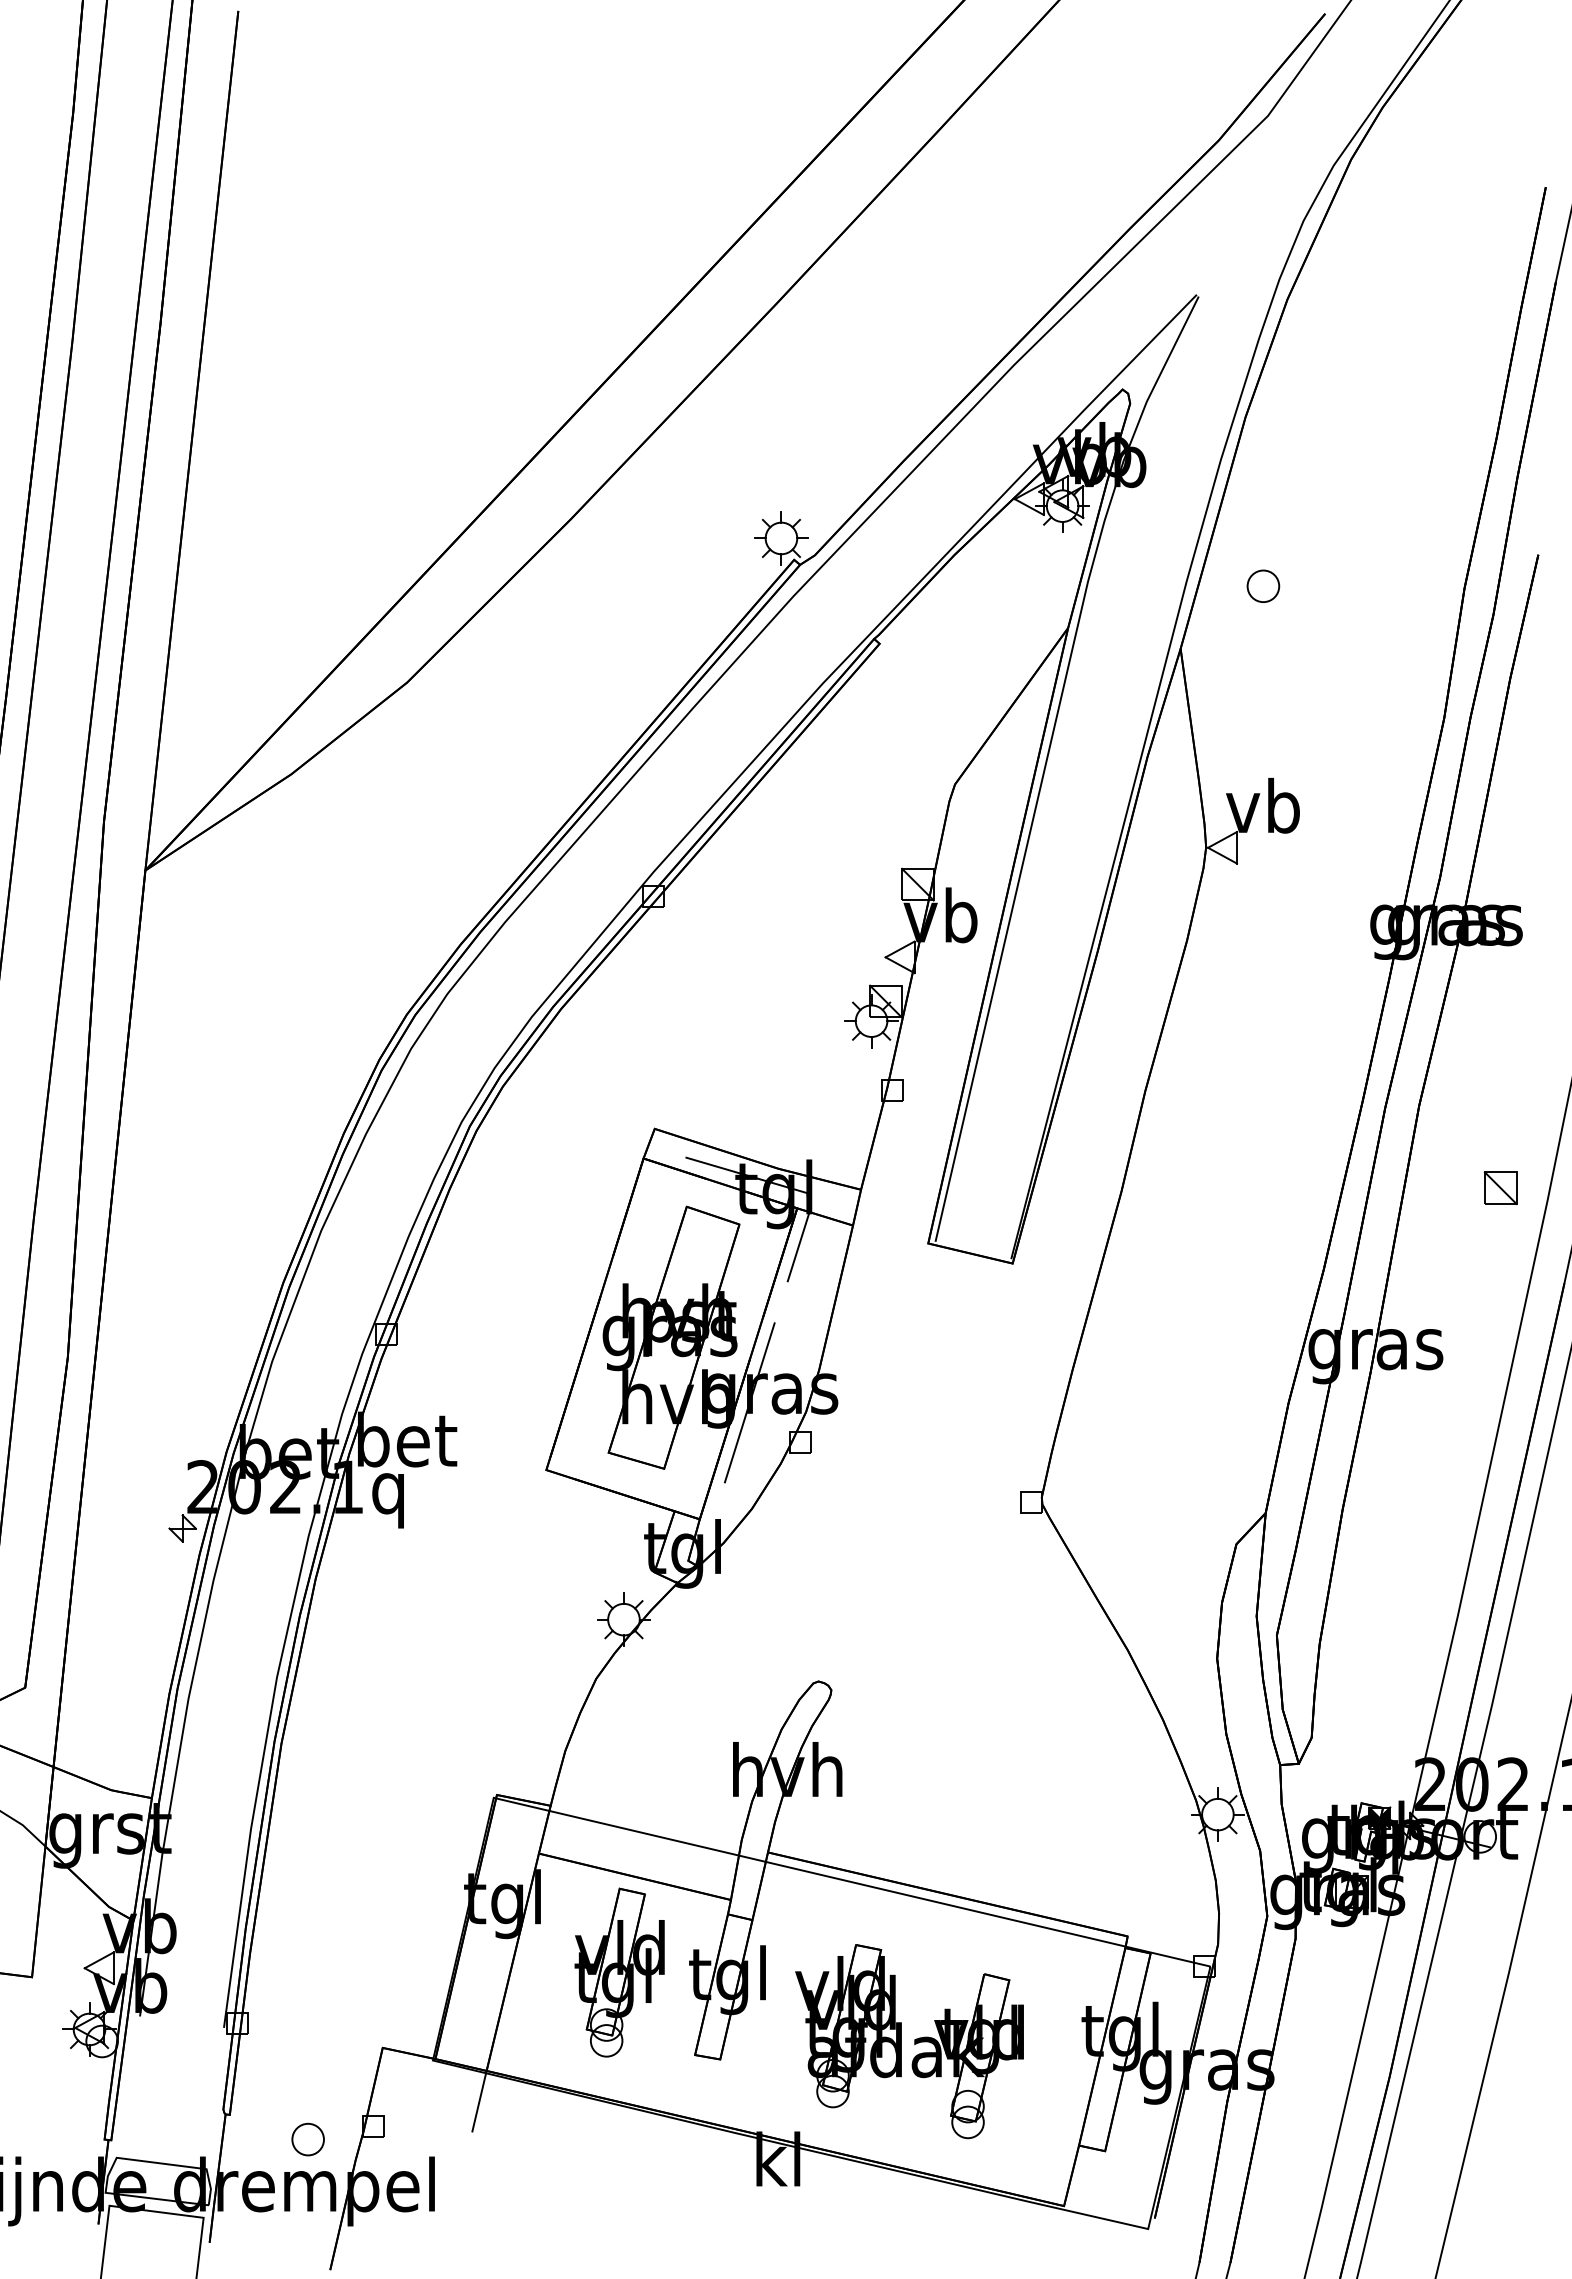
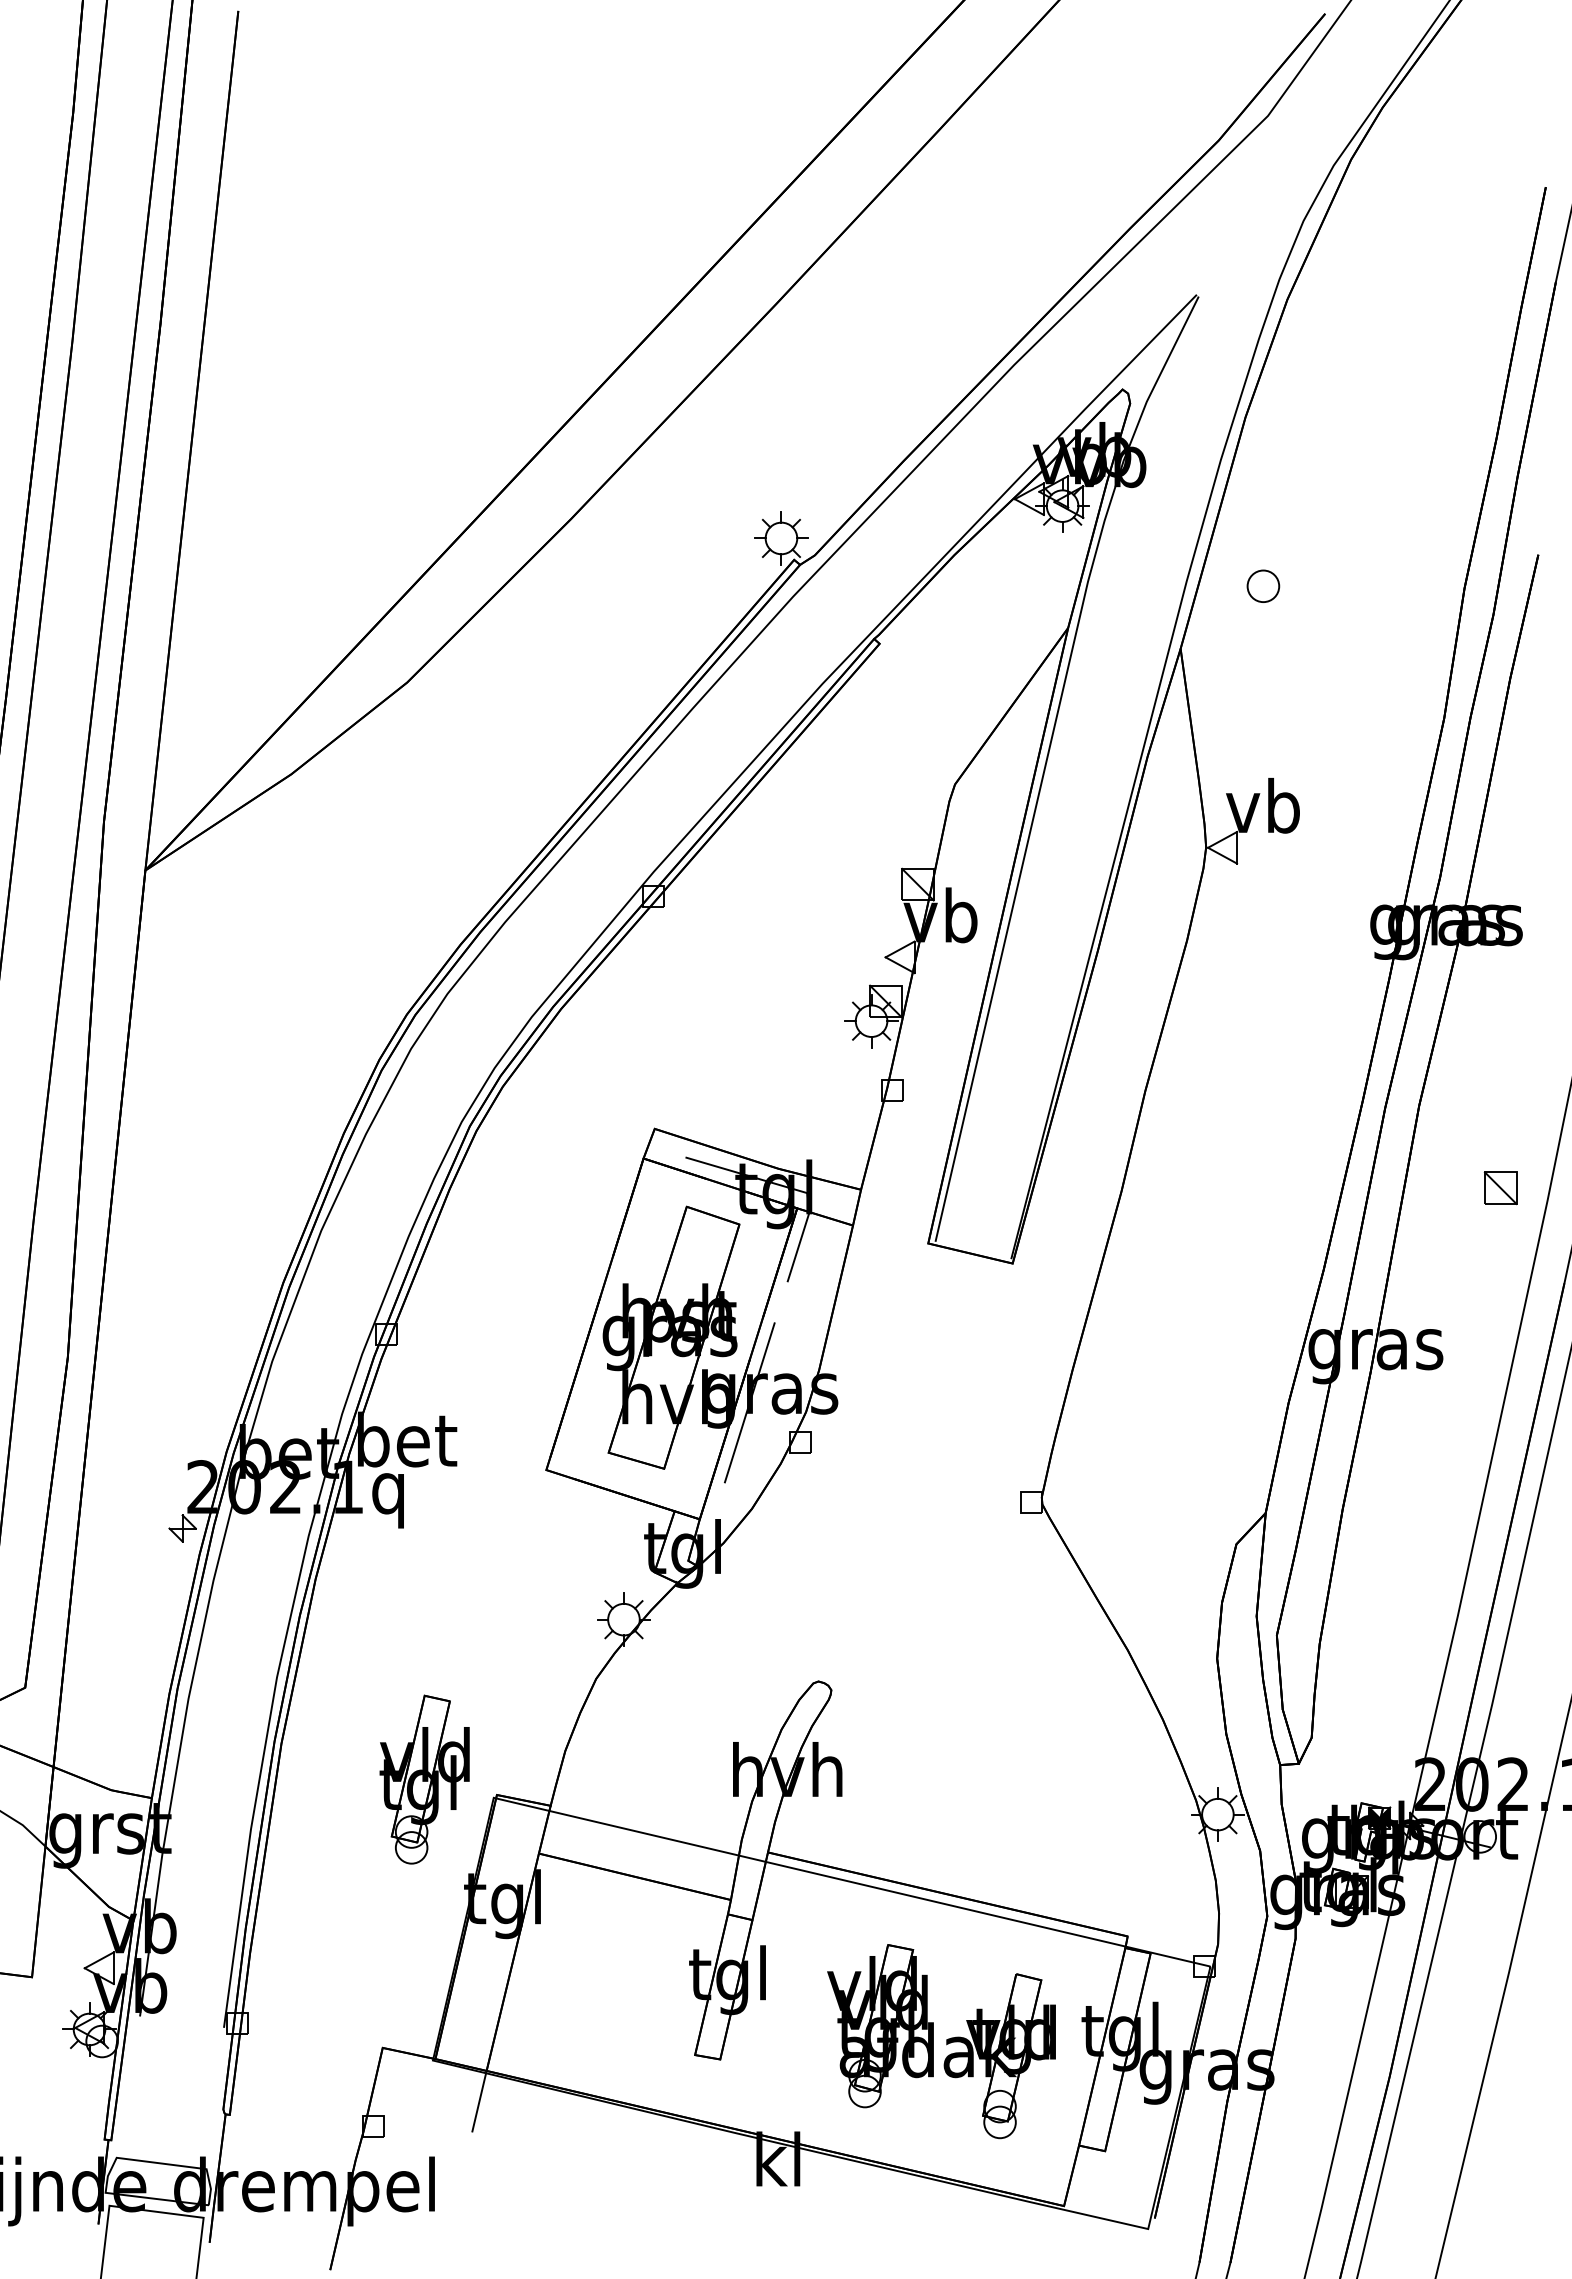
part at (619, 1972) position: (619, 1972) -> (424, 1779)
part at (909, 2041) position: (909, 2041) -> (941, 2041)
part at (307, 2139): present -> none
